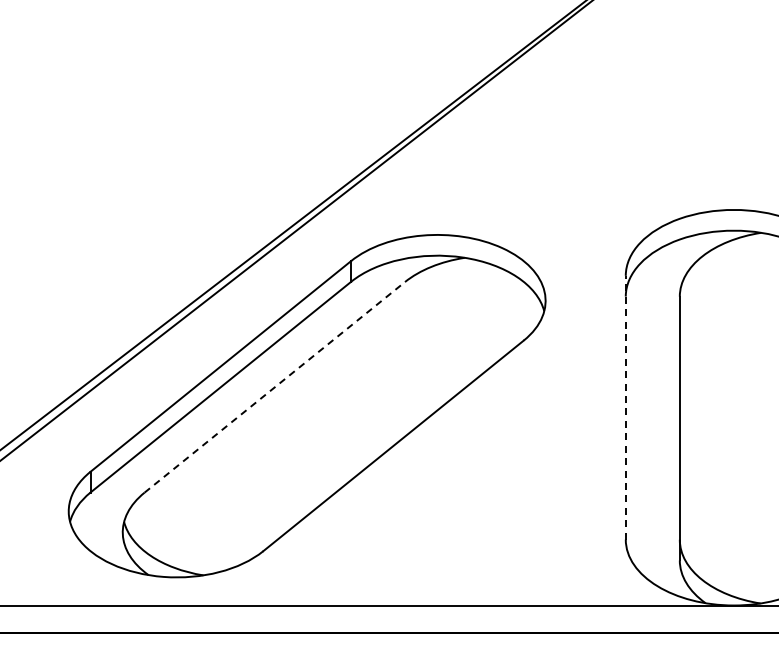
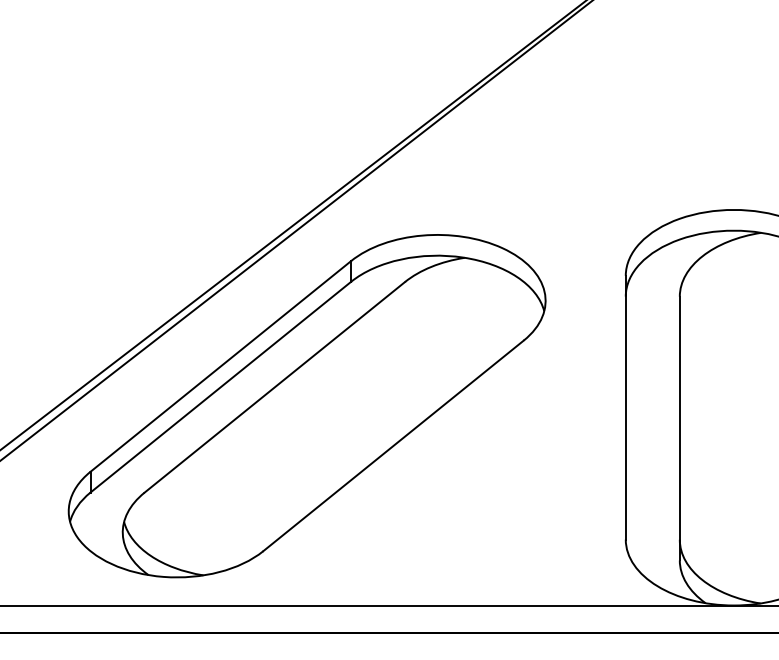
line at (275, 387): dashed -> solid
line at (625, 407): dashed -> solid
